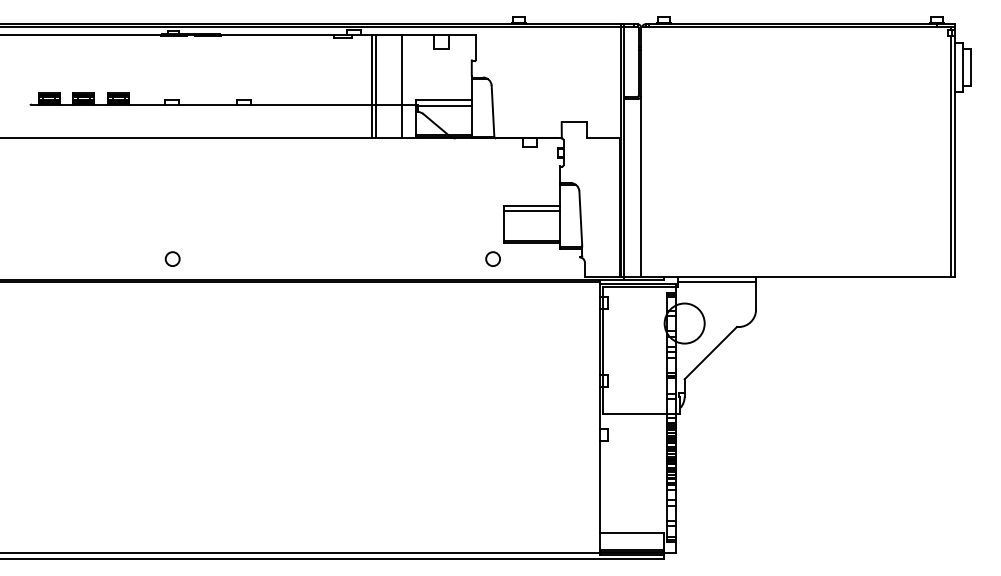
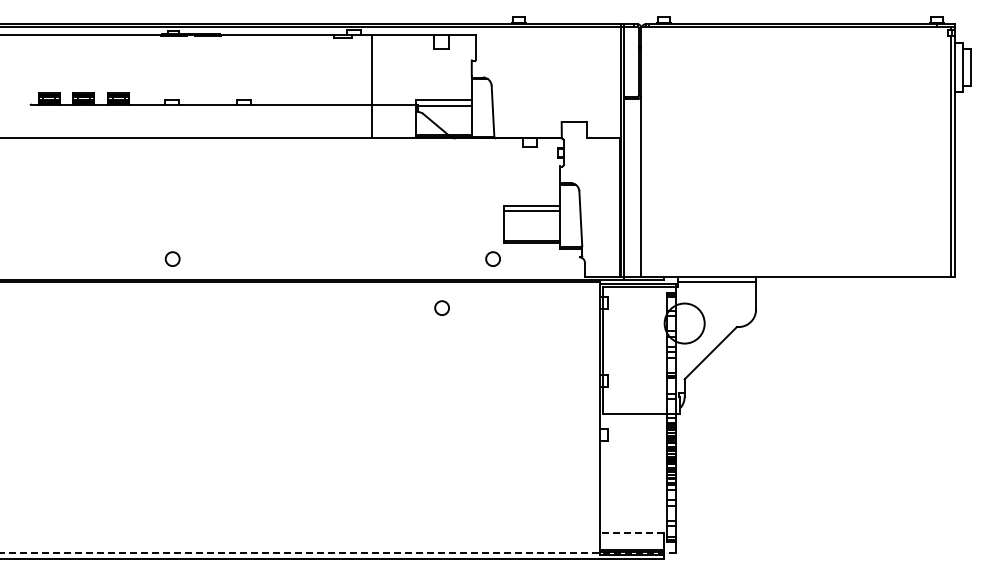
line at (375, 86): present -> none
line at (401, 86): present -> none
circle at (441, 307): none -> present
line at (632, 532): solid -> dashed
line at (338, 553): solid -> dashed
